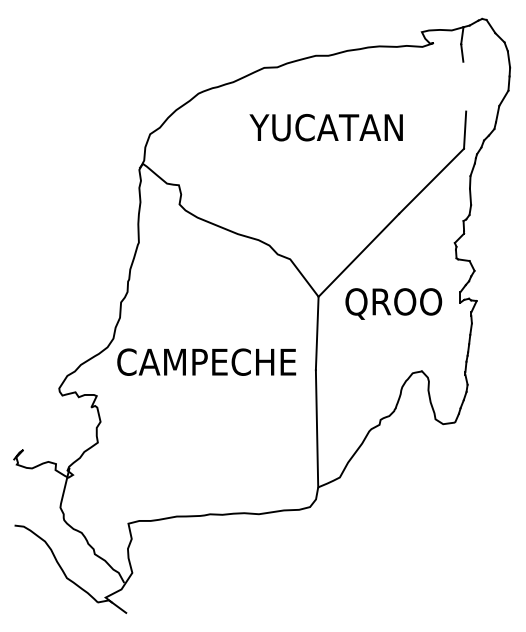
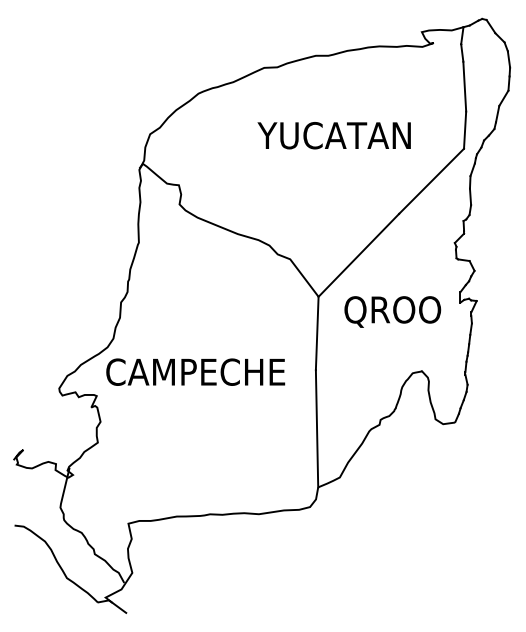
line at (464, 86): none -> present
text at (325, 127) position: (325, 127) -> (333, 135)
text at (393, 303) position: (393, 303) -> (392, 311)
text at (206, 361) position: (206, 361) -> (195, 371)
